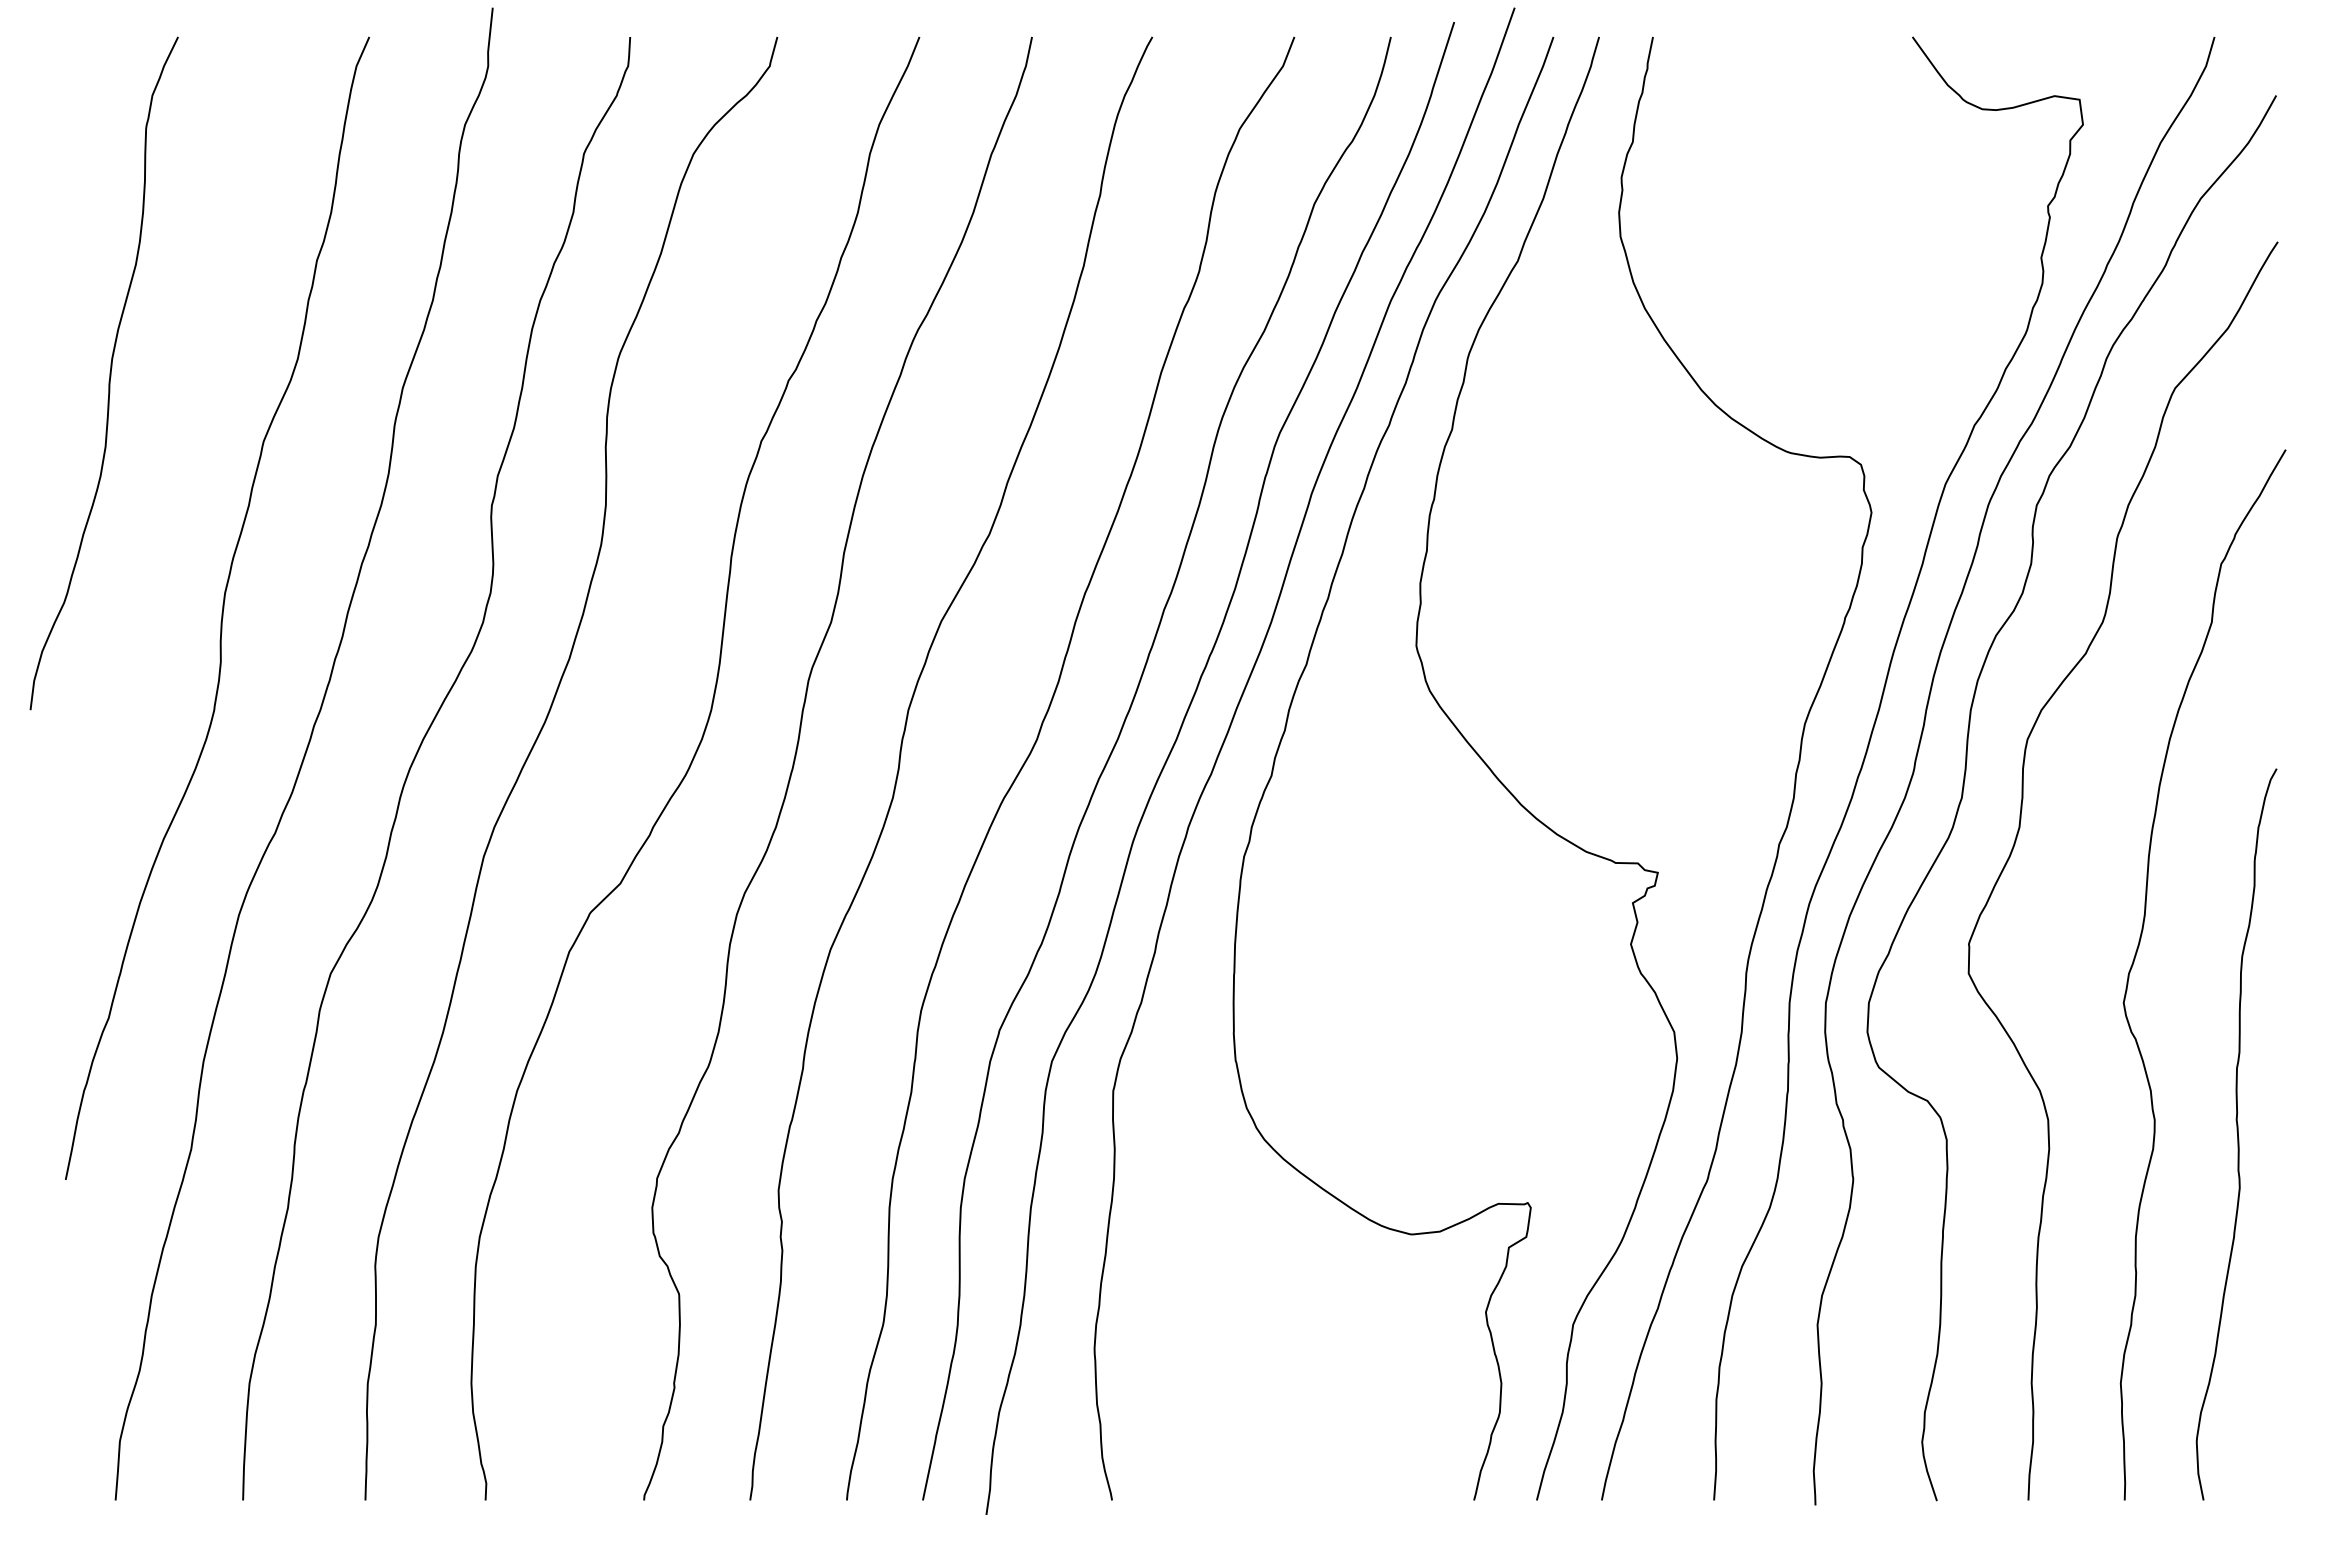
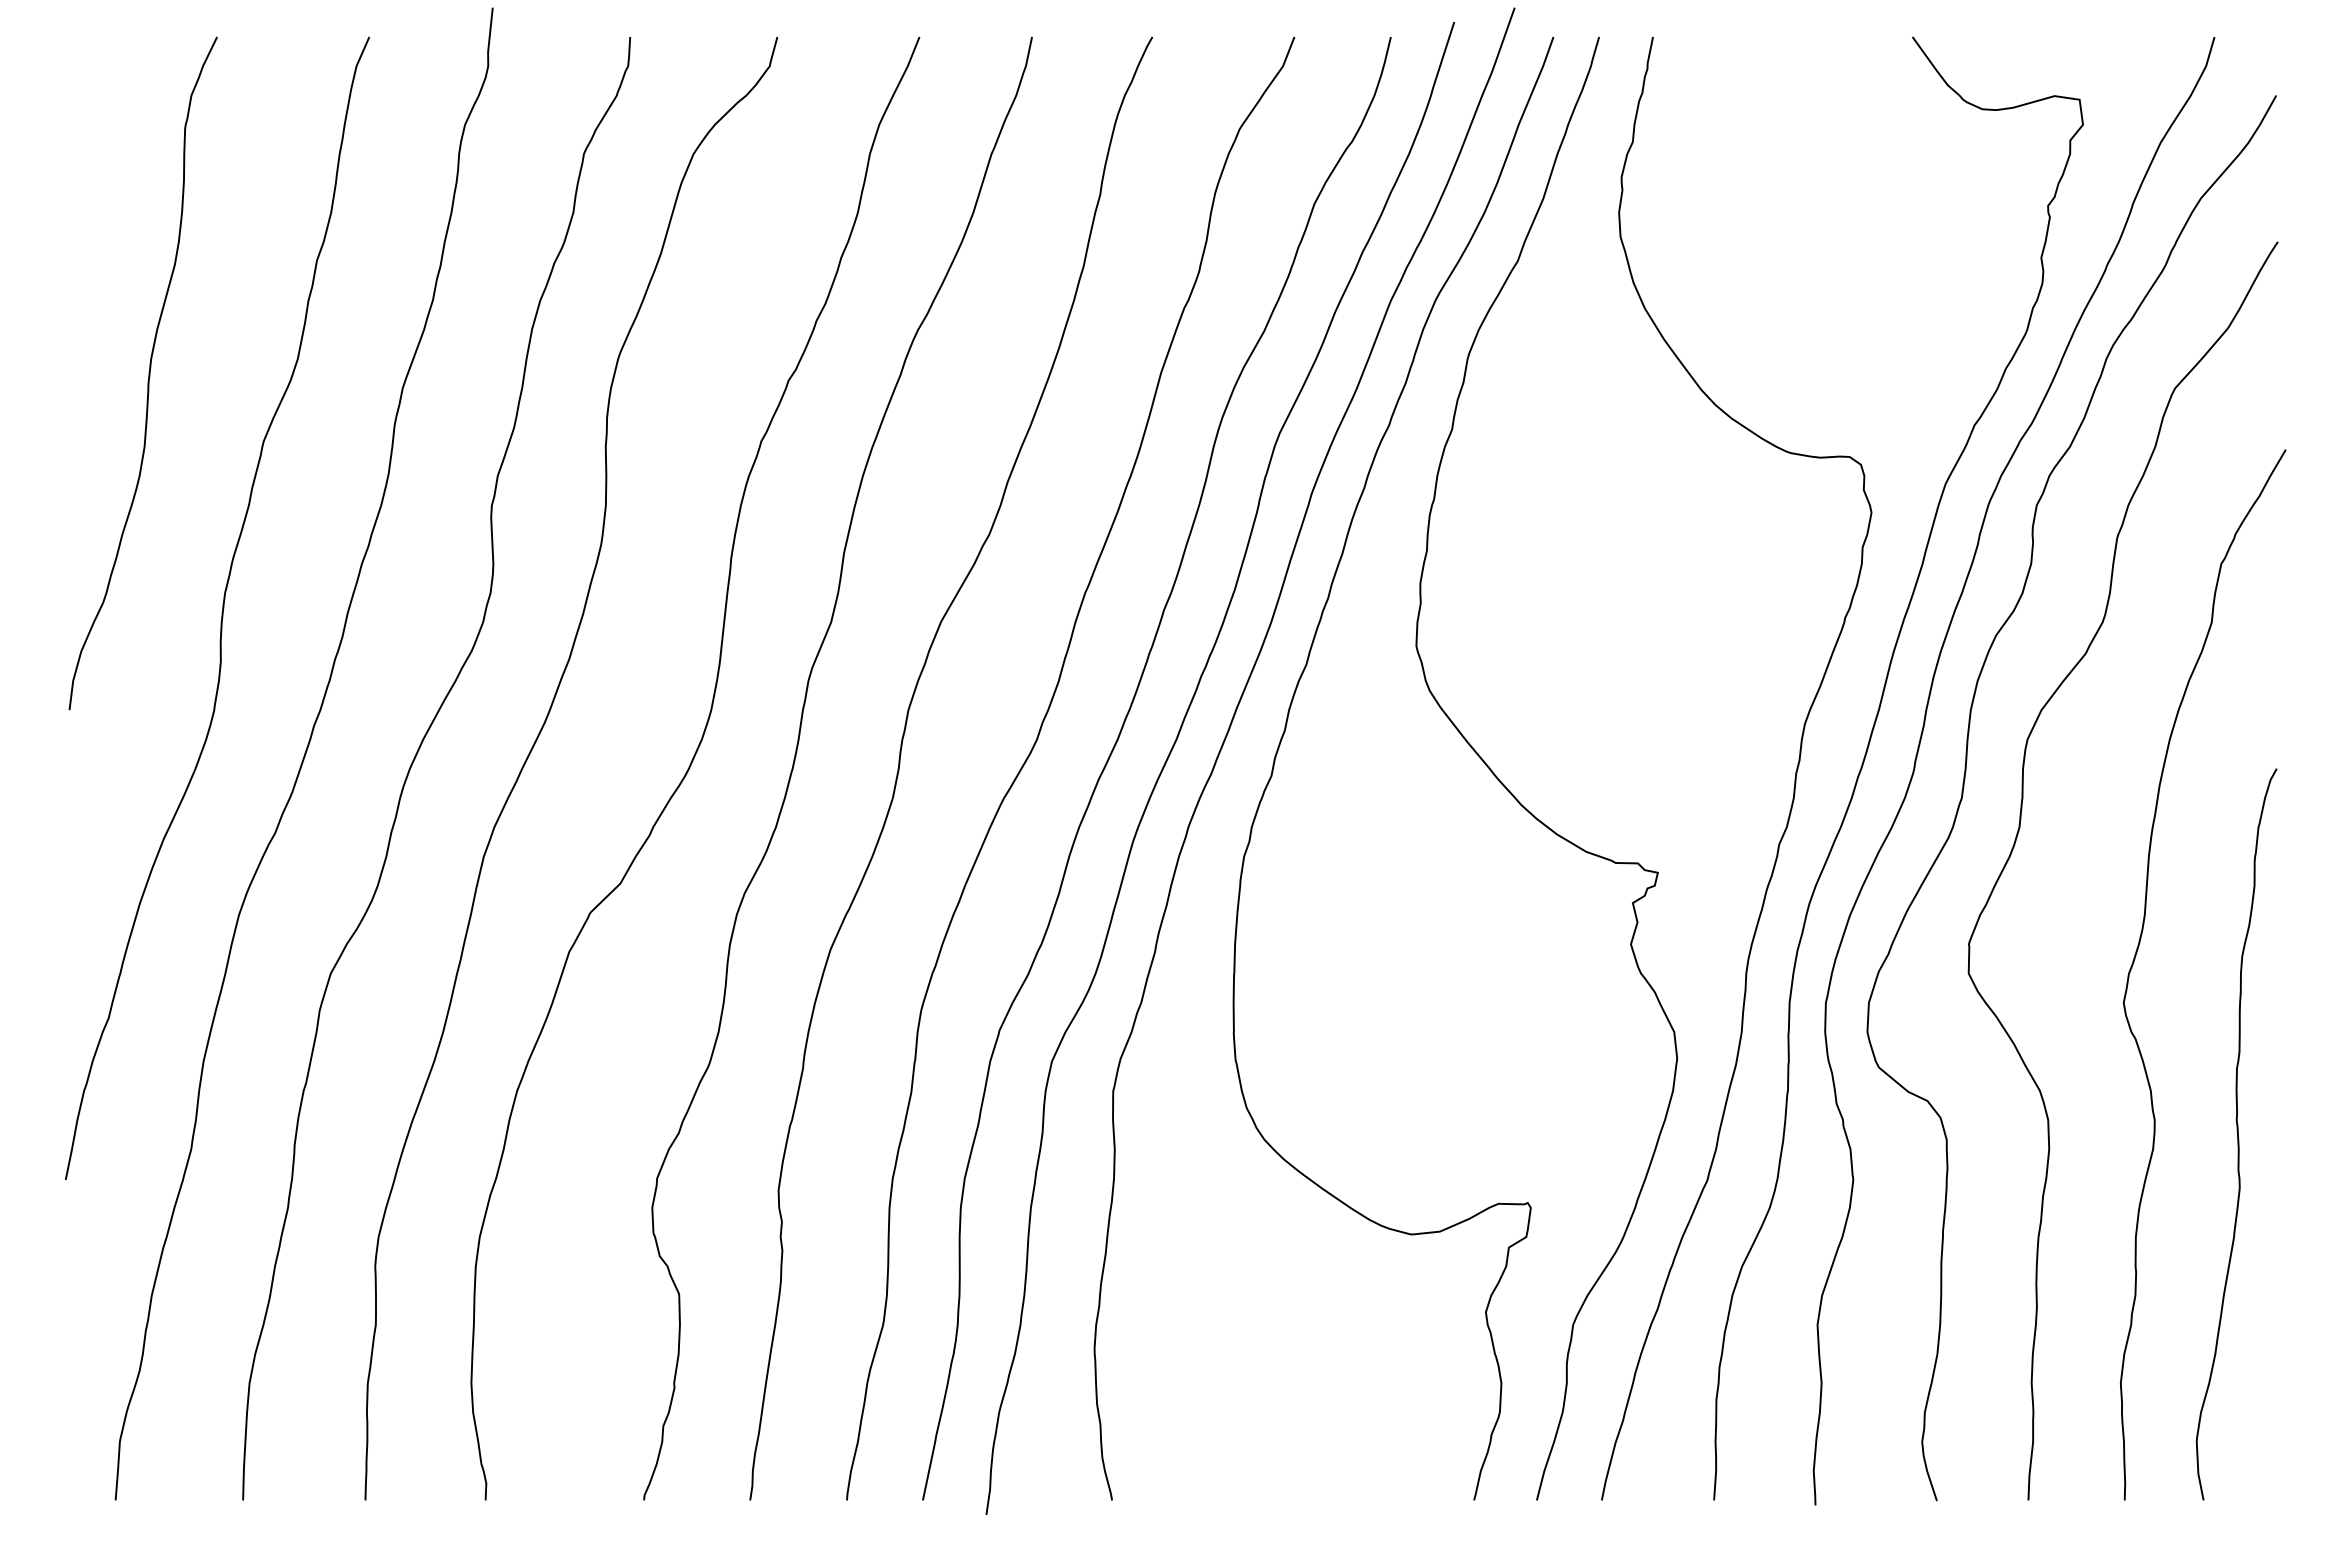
curve at (109, 373) position: (109, 373) -> (148, 373)
